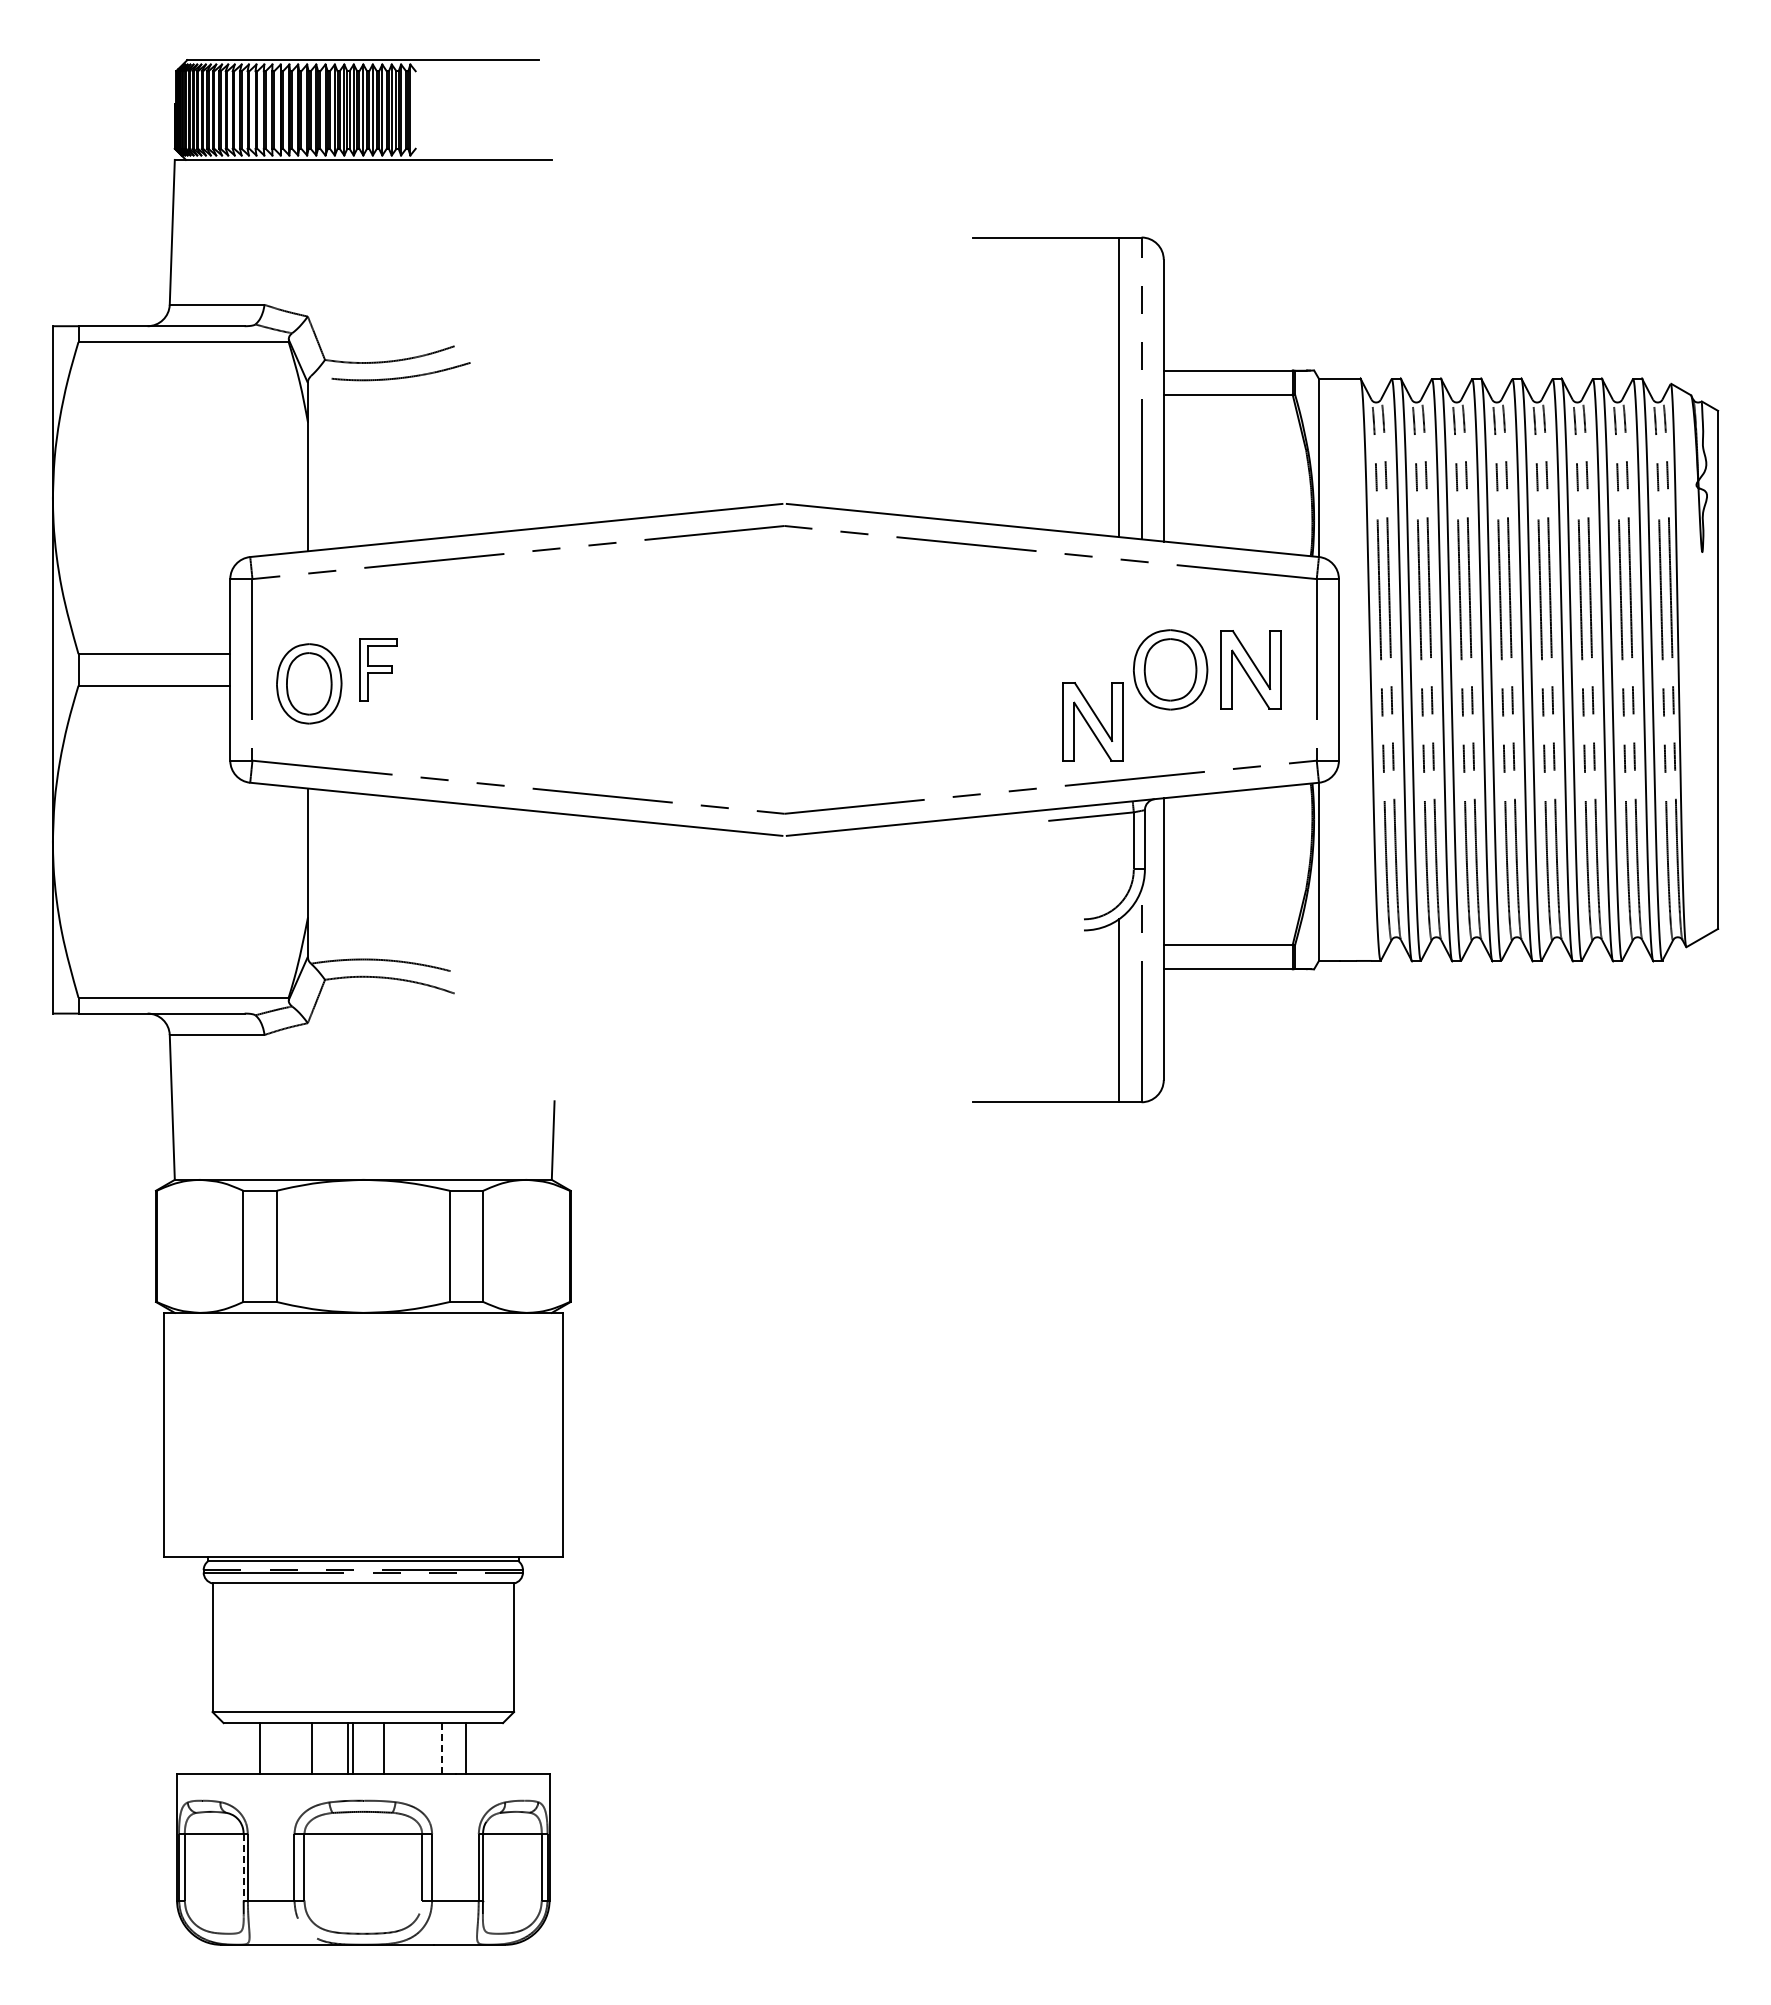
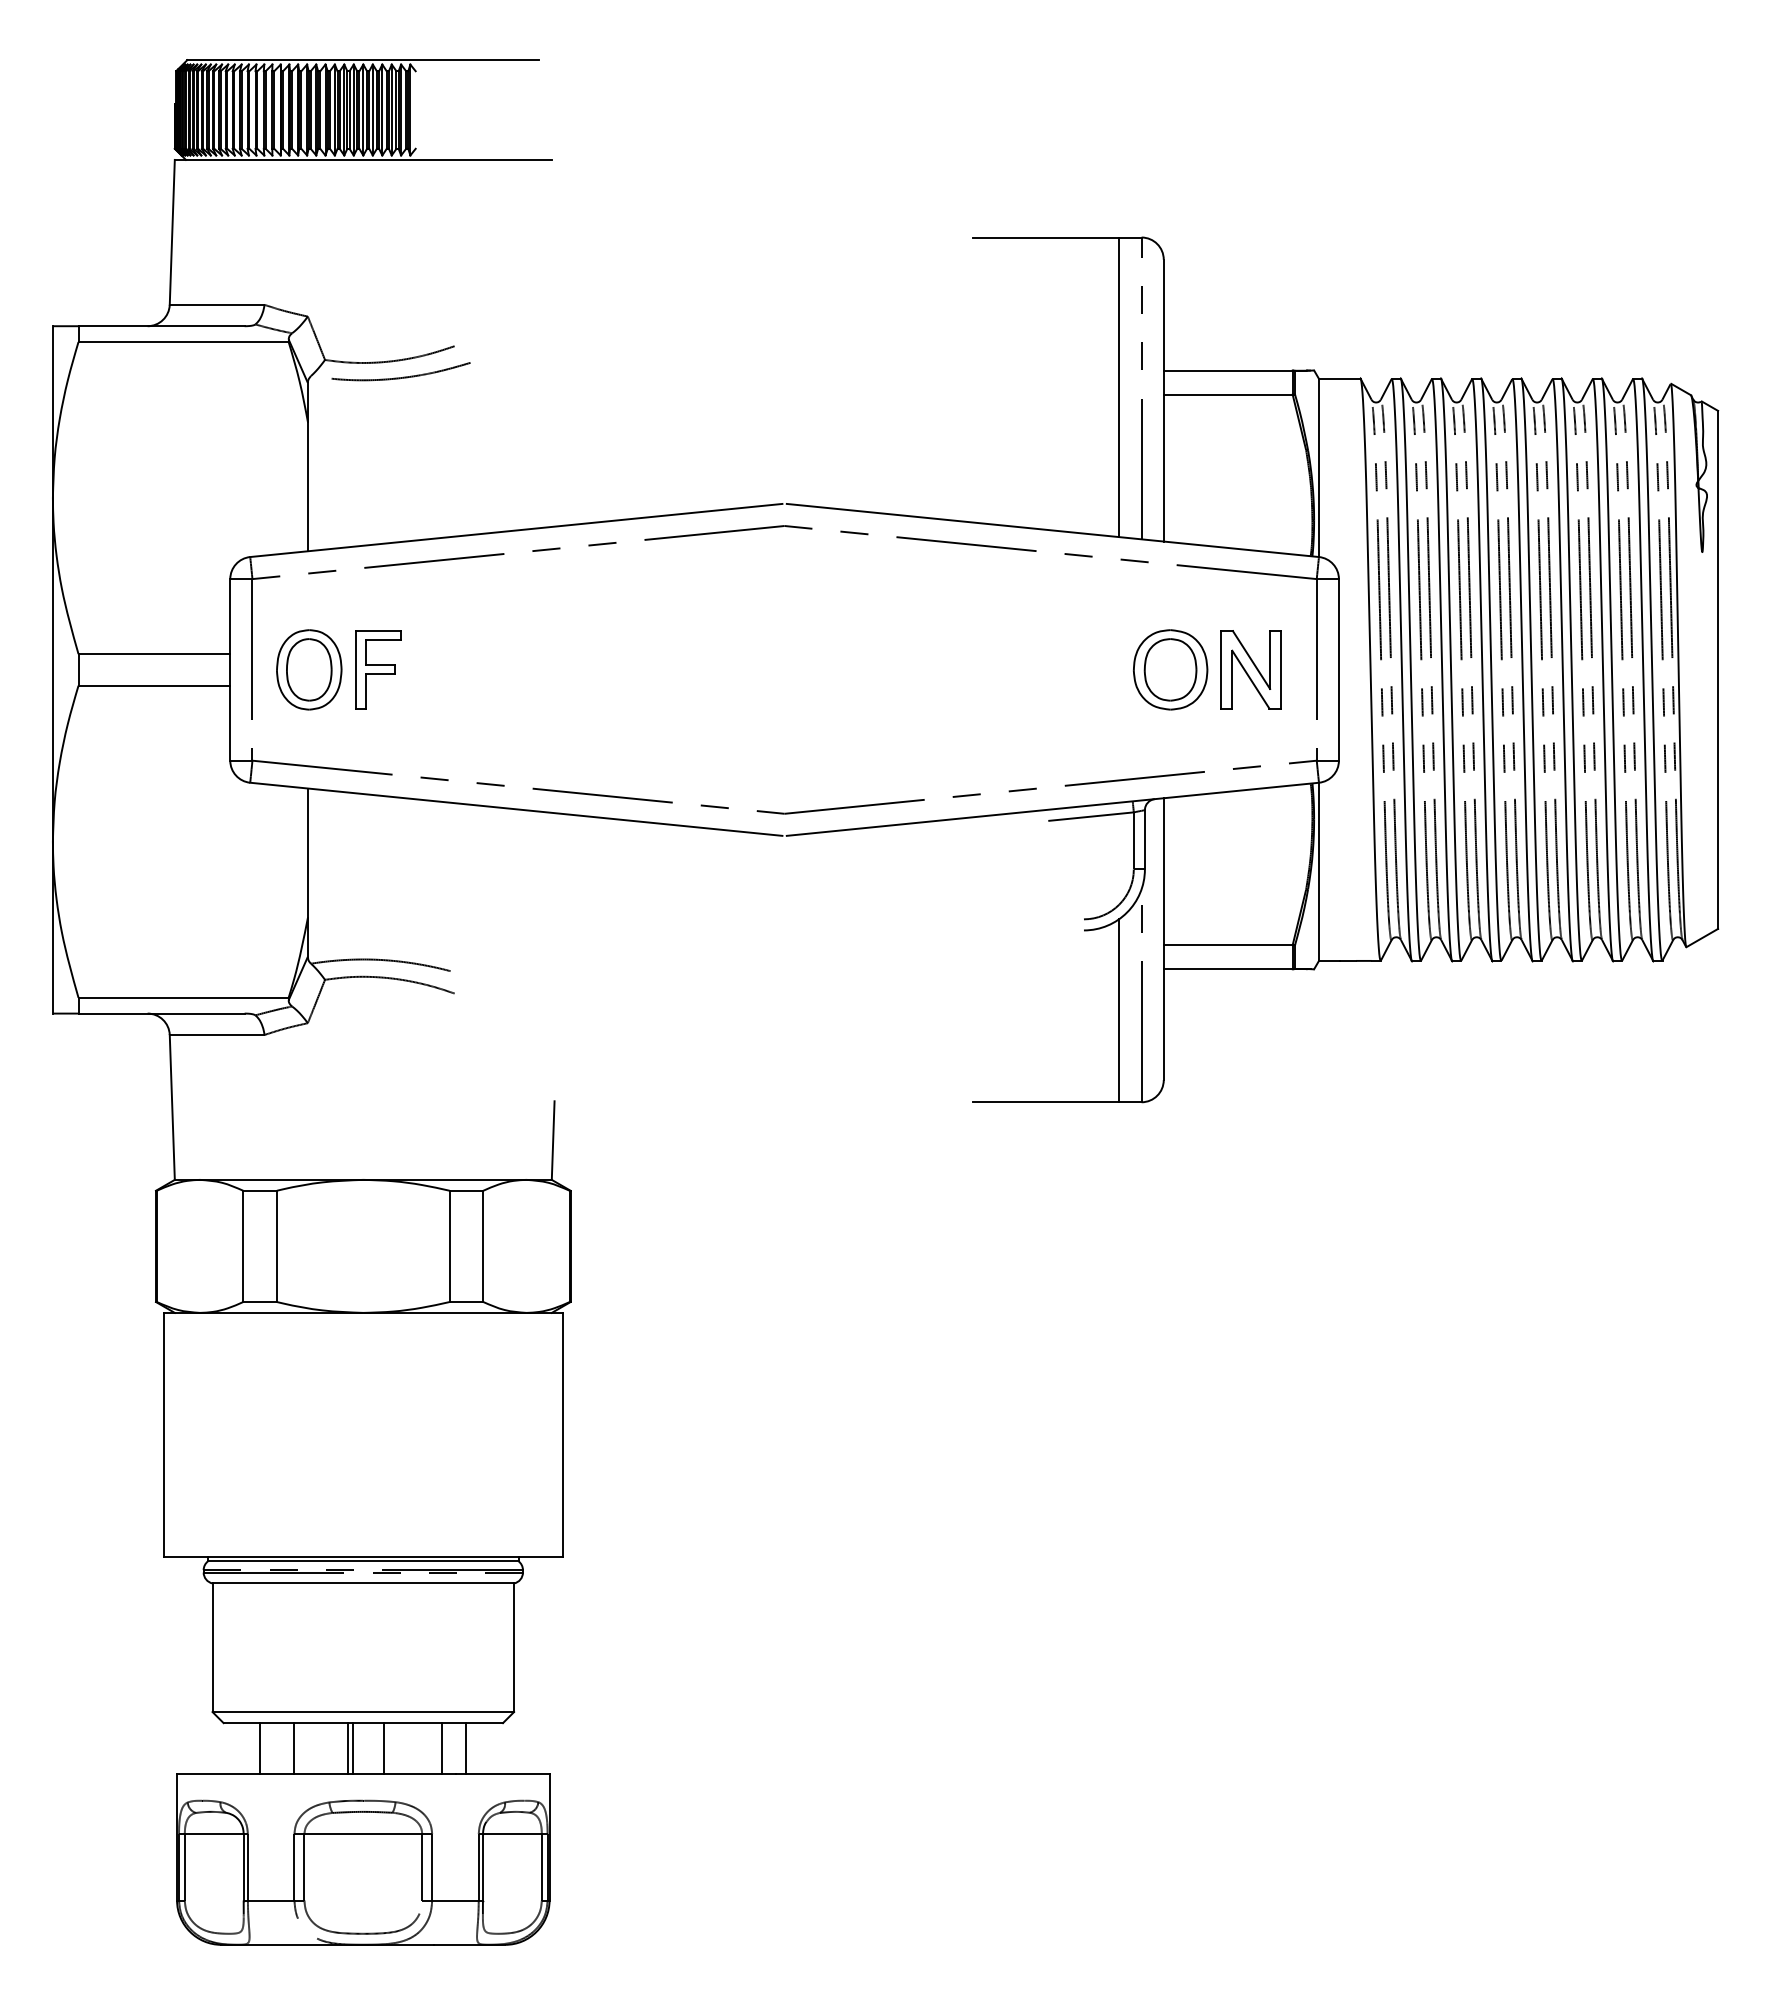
part at (378, 669) size: 39x64 px -> 47x80 px
part at (309, 683) position: (309, 683) -> (309, 669)
part at (1092, 721): present -> none
line at (311, 1748) position: (311, 1748) -> (293, 1748)
line at (442, 1748): dashed -> solid
line at (243, 1867): dashed -> solid
